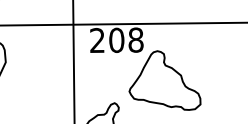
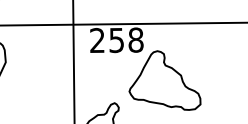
text at (116, 40): 208 -> 258
